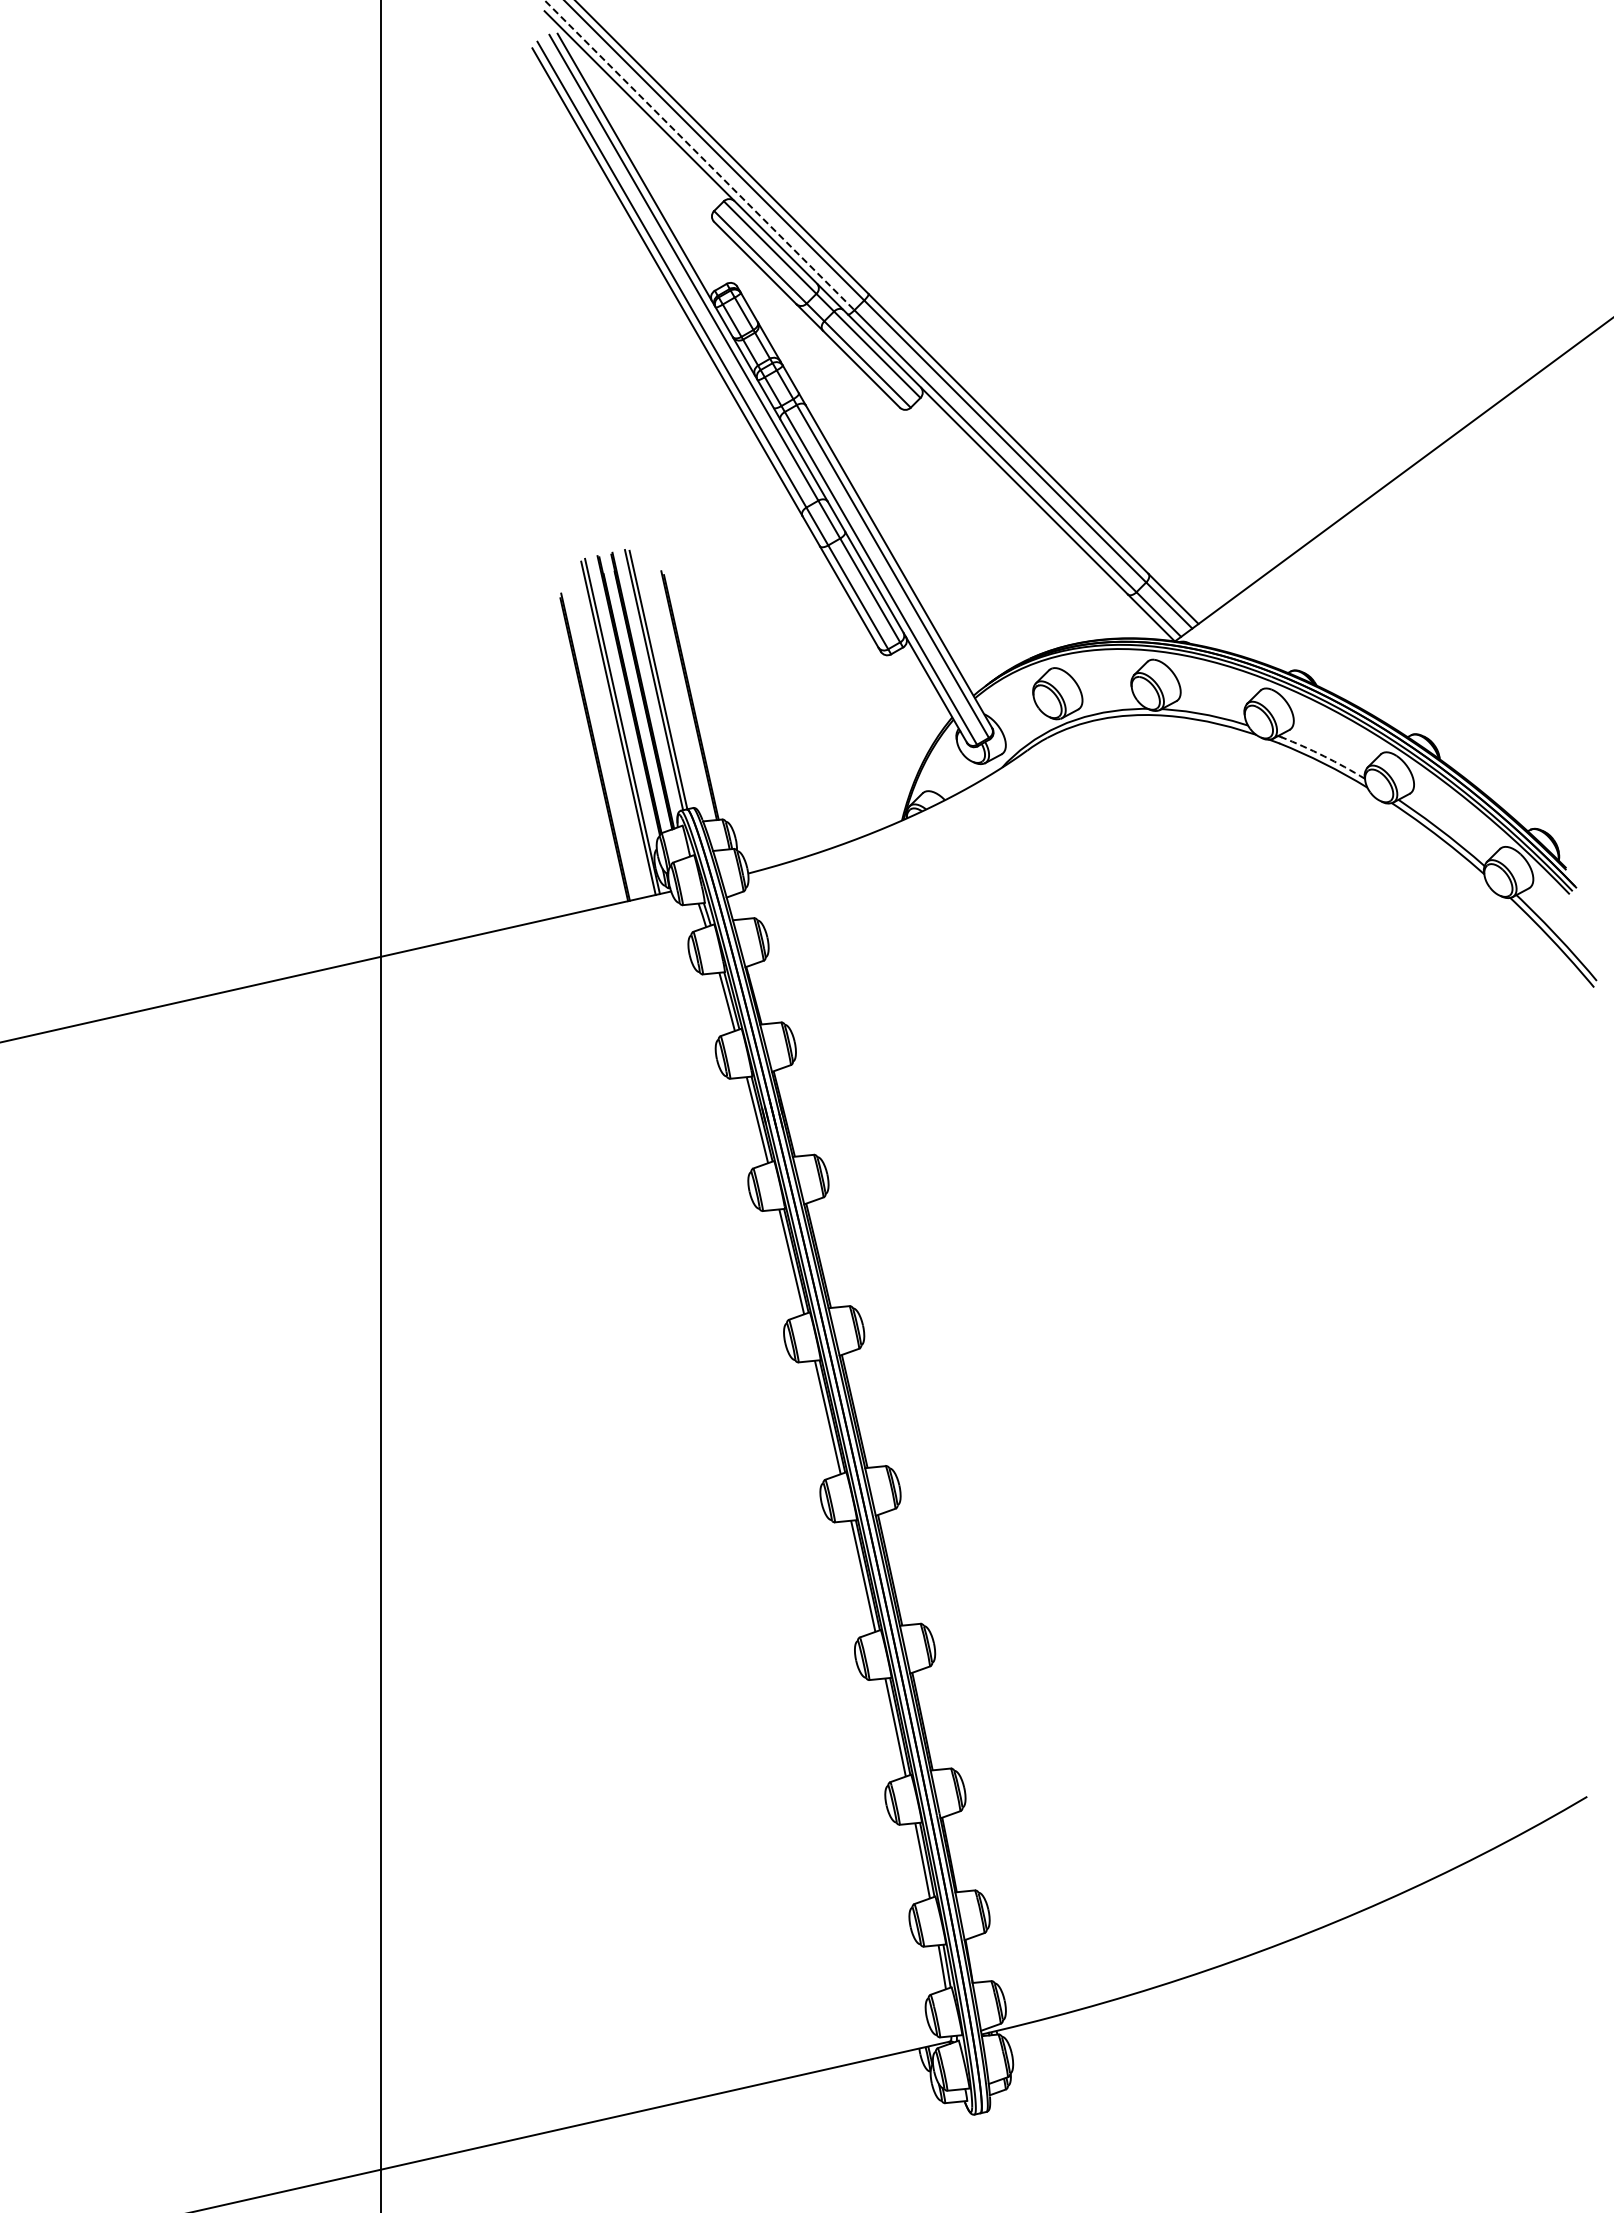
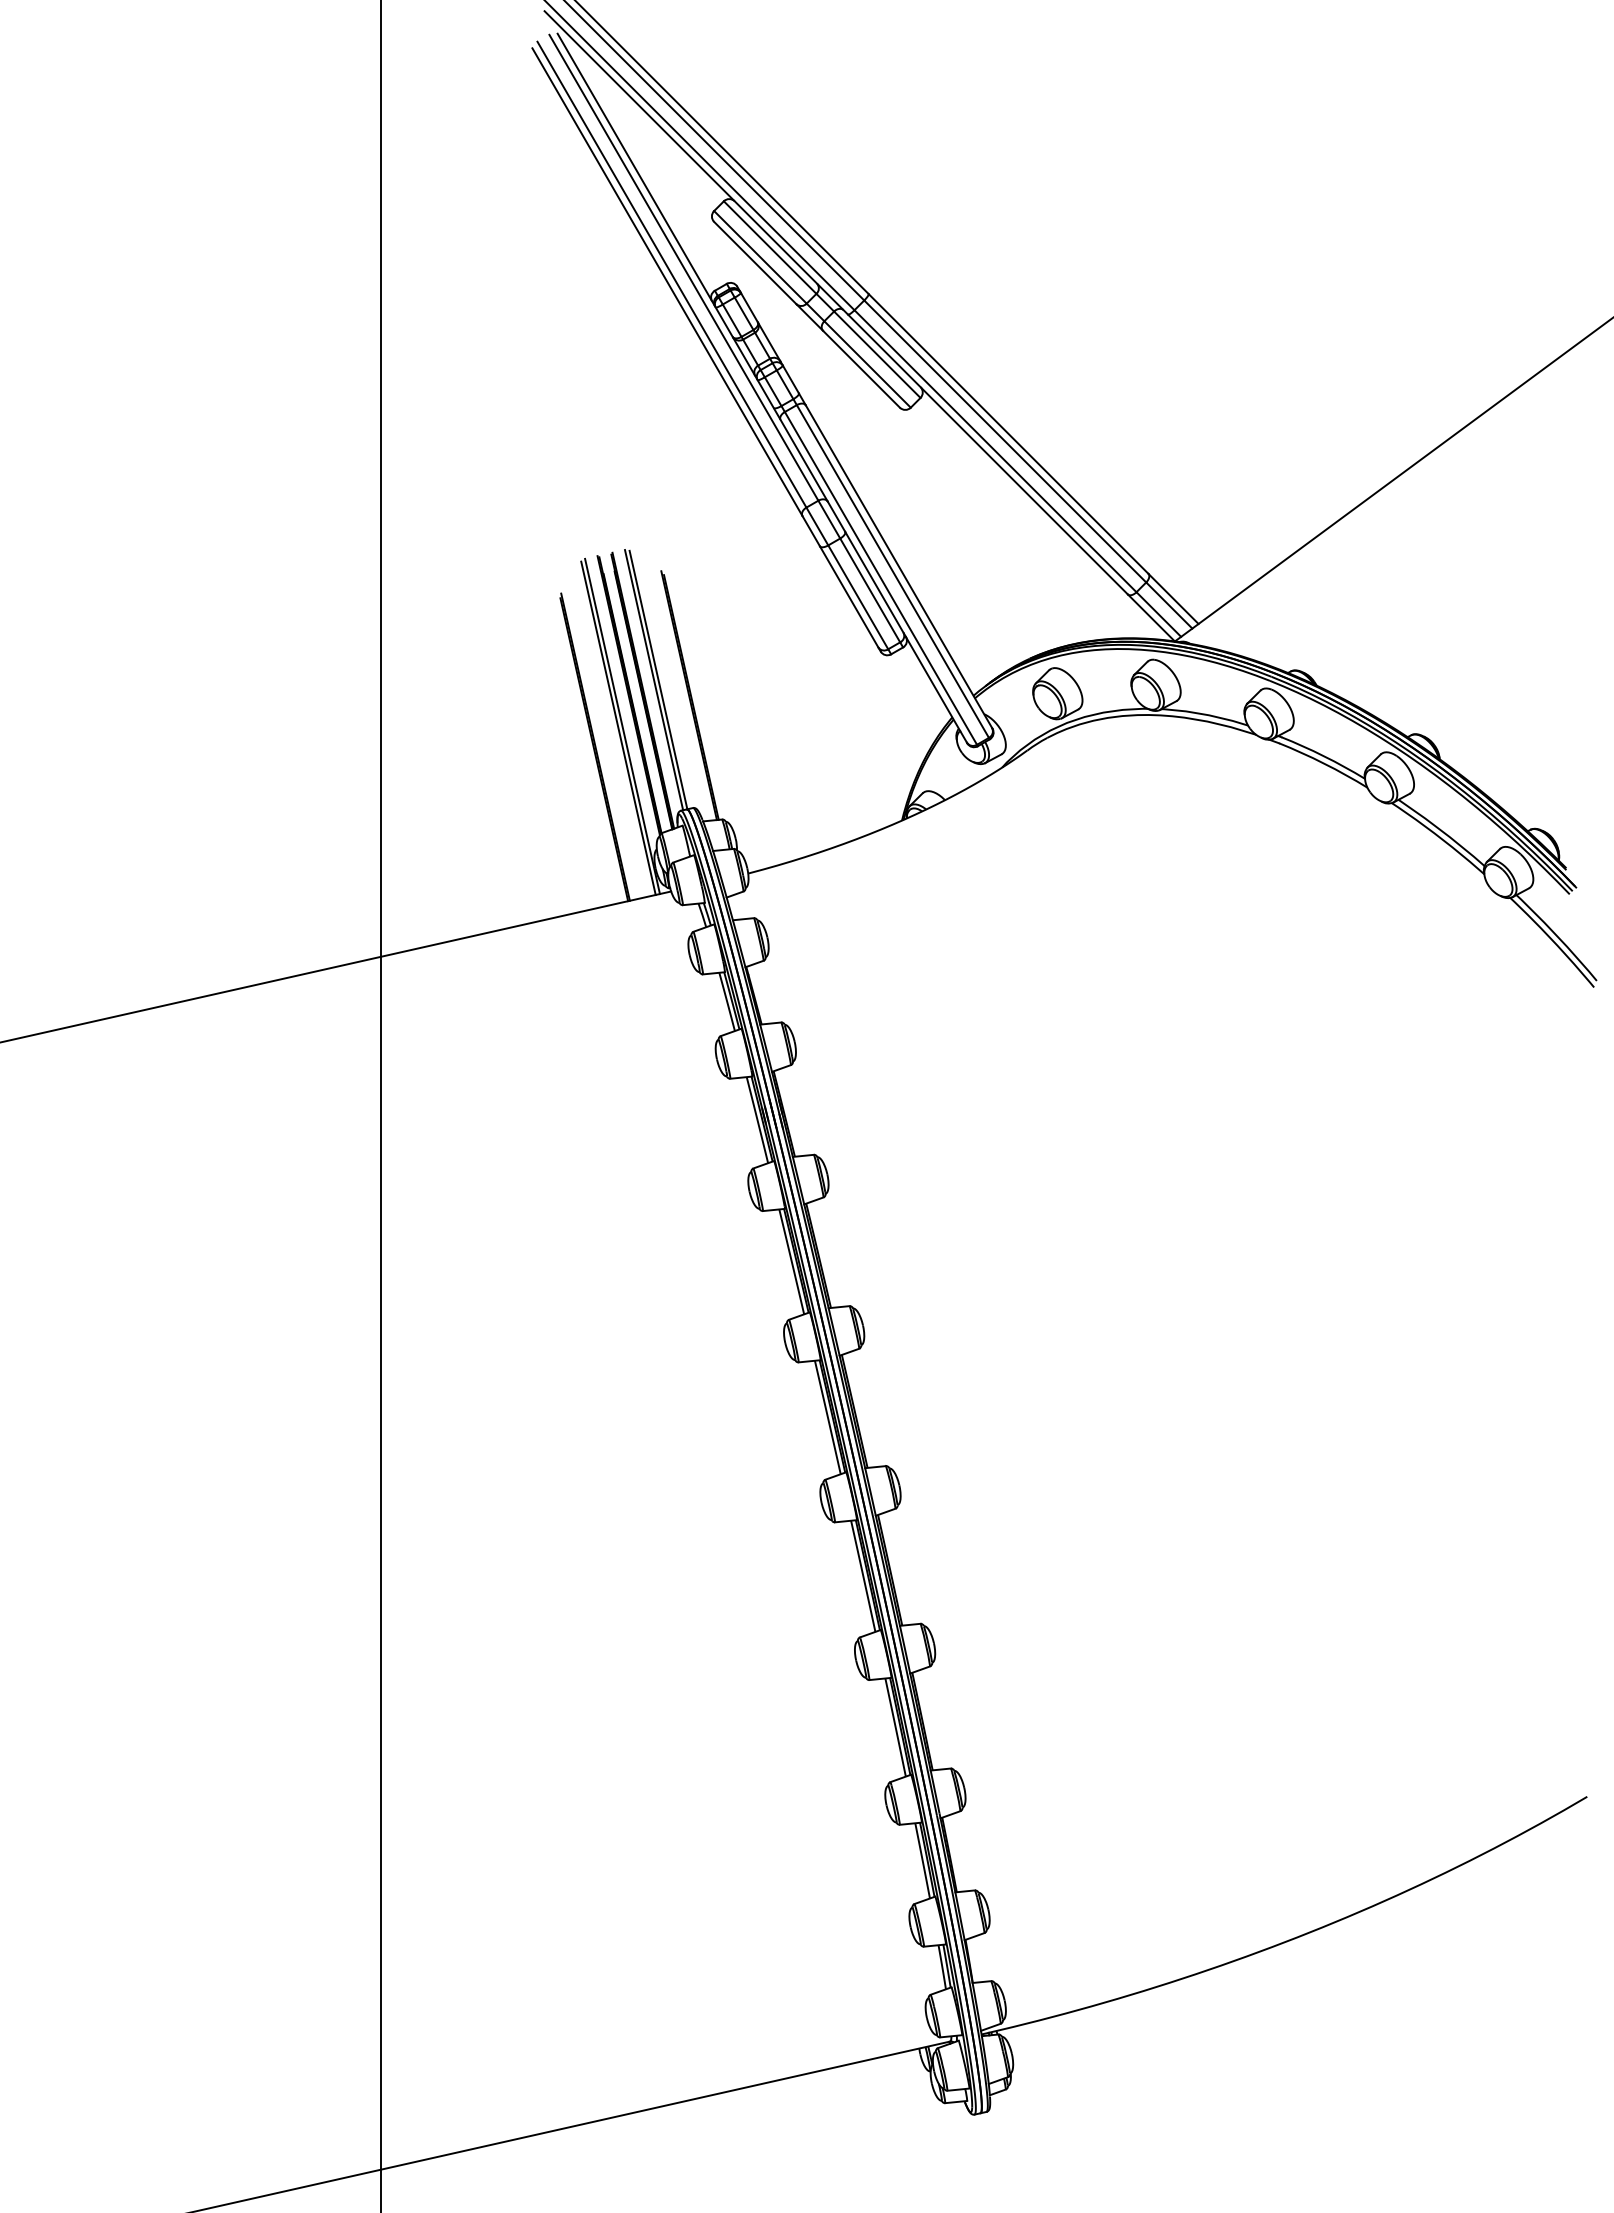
line at (699, 155): dashed -> solid
arc at (1324, 756): dashed -> solid
